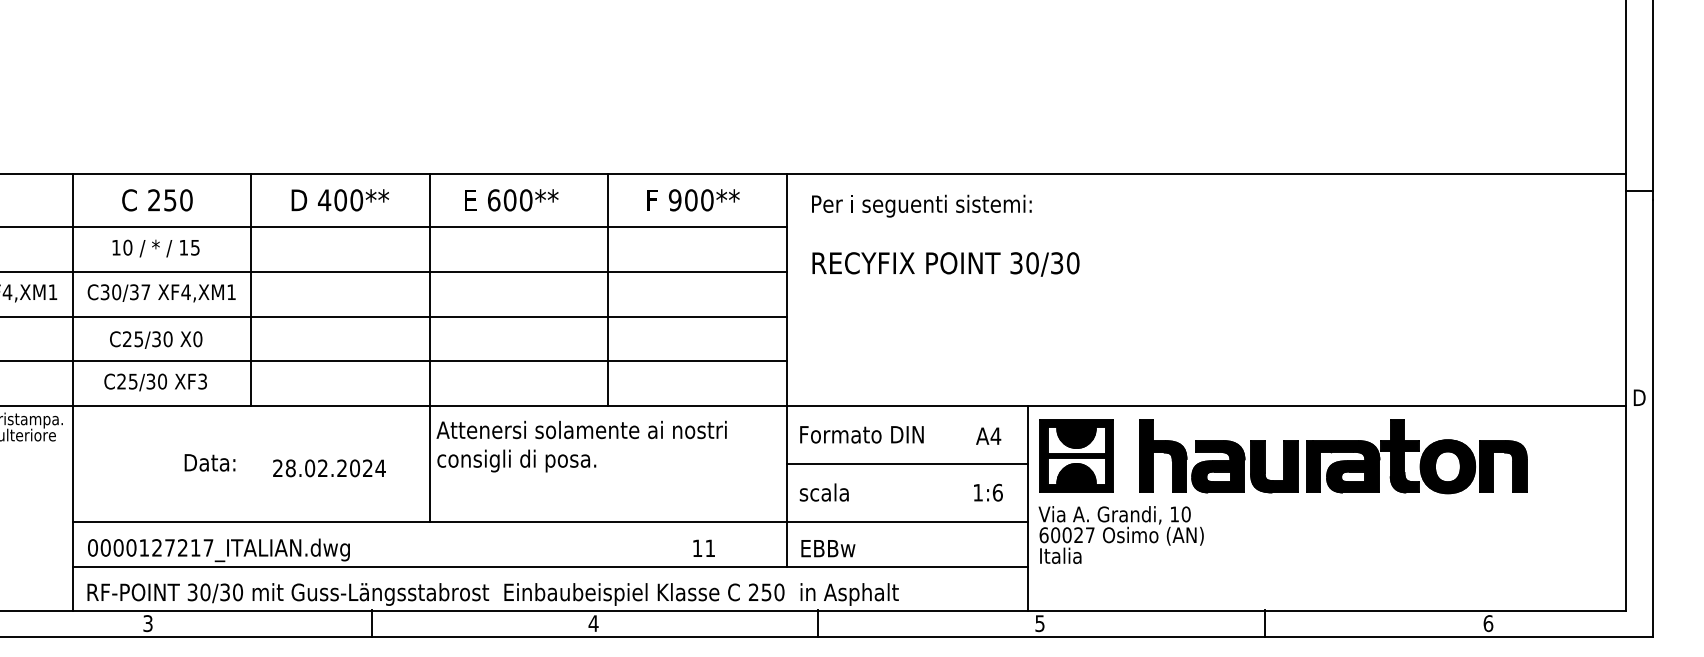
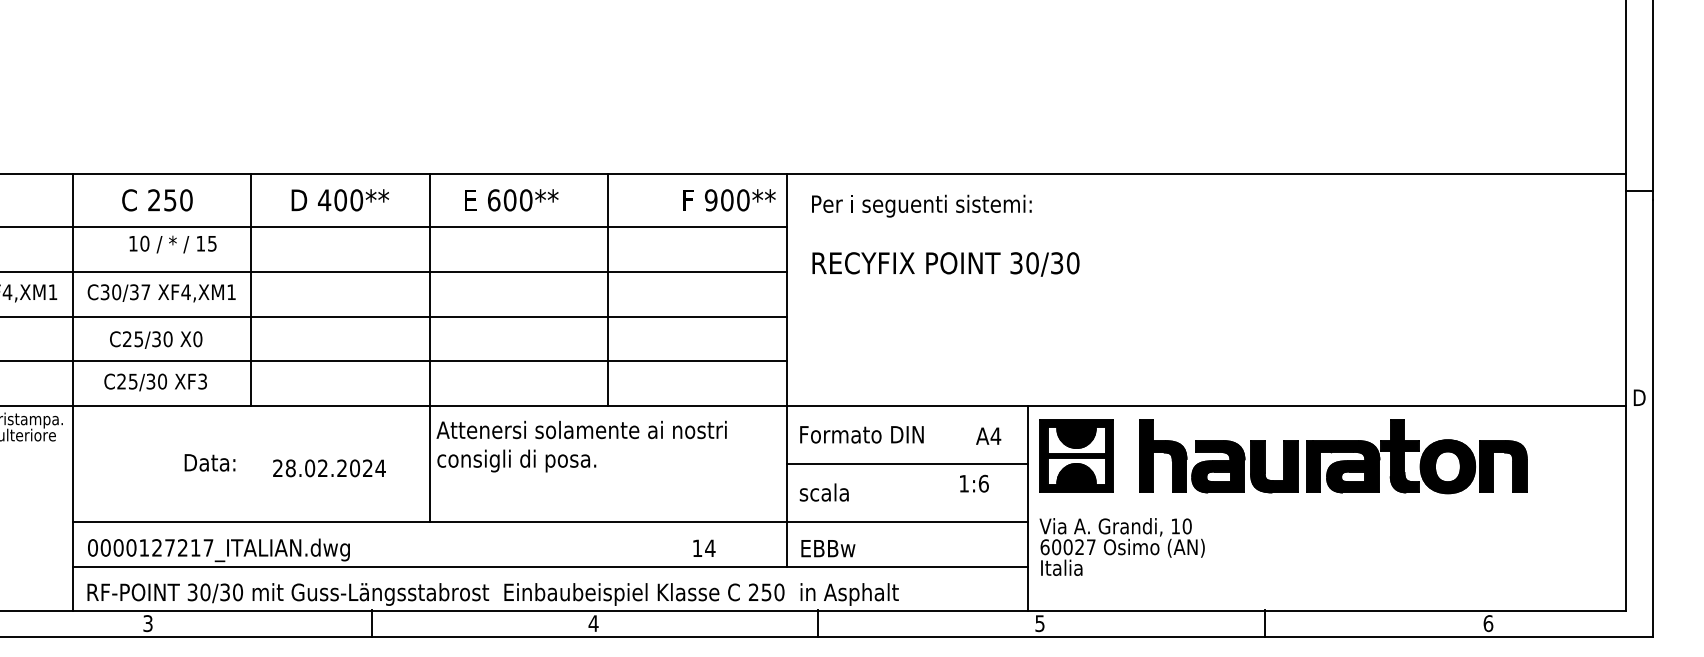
text at (693, 200) position: (693, 200) -> (729, 200)
text at (155, 248) position: (155, 248) -> (172, 244)
text at (988, 492) position: (988, 492) -> (974, 483)
text at (1120, 534) position: (1120, 534) -> (1121, 546)
text at (710, 547): 11 -> 14
